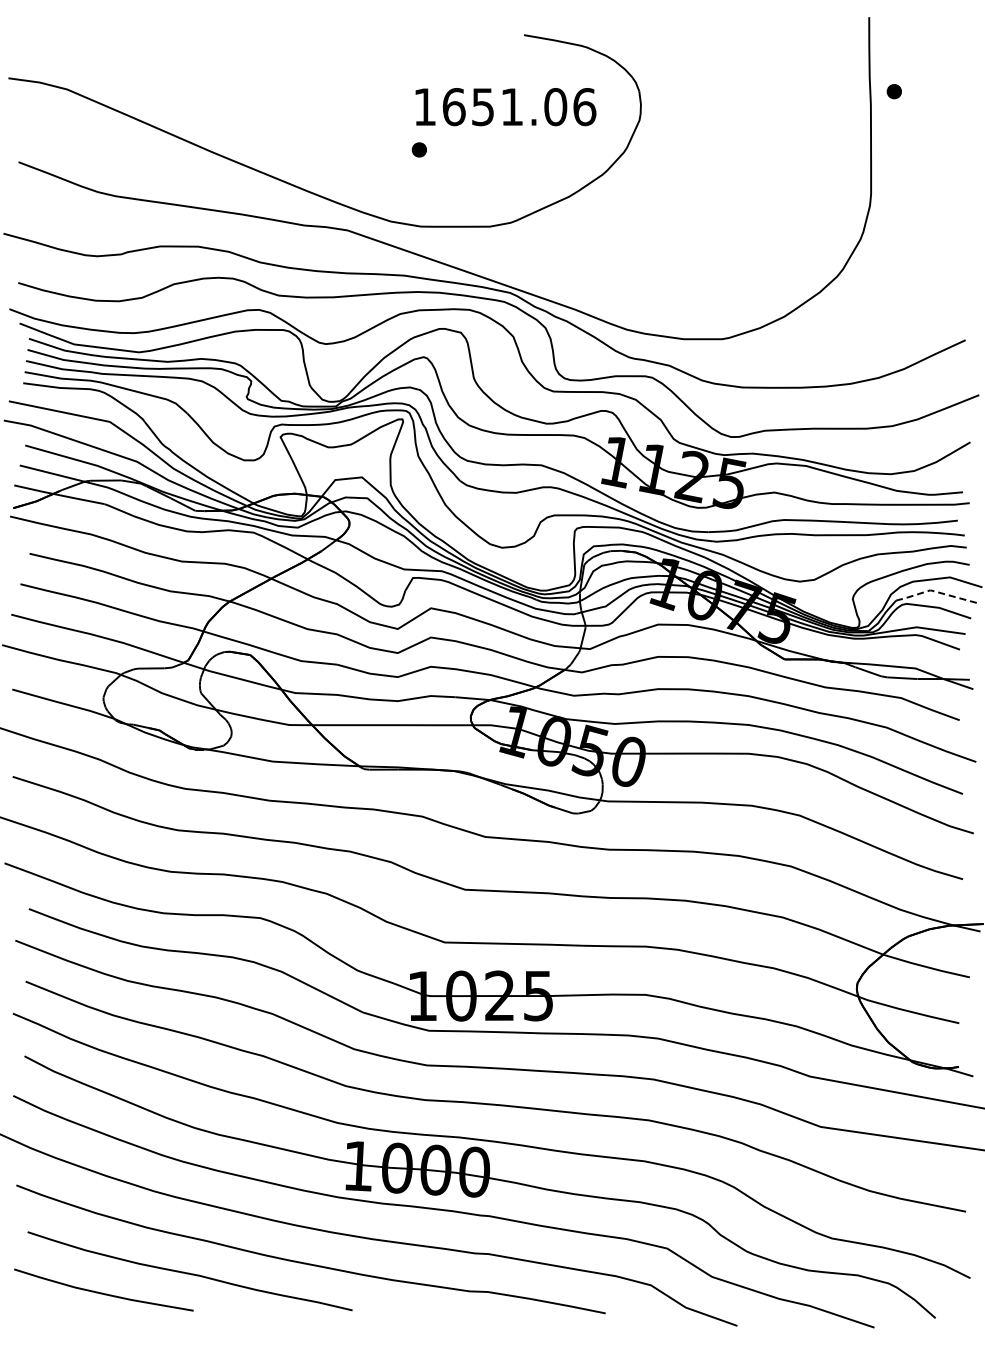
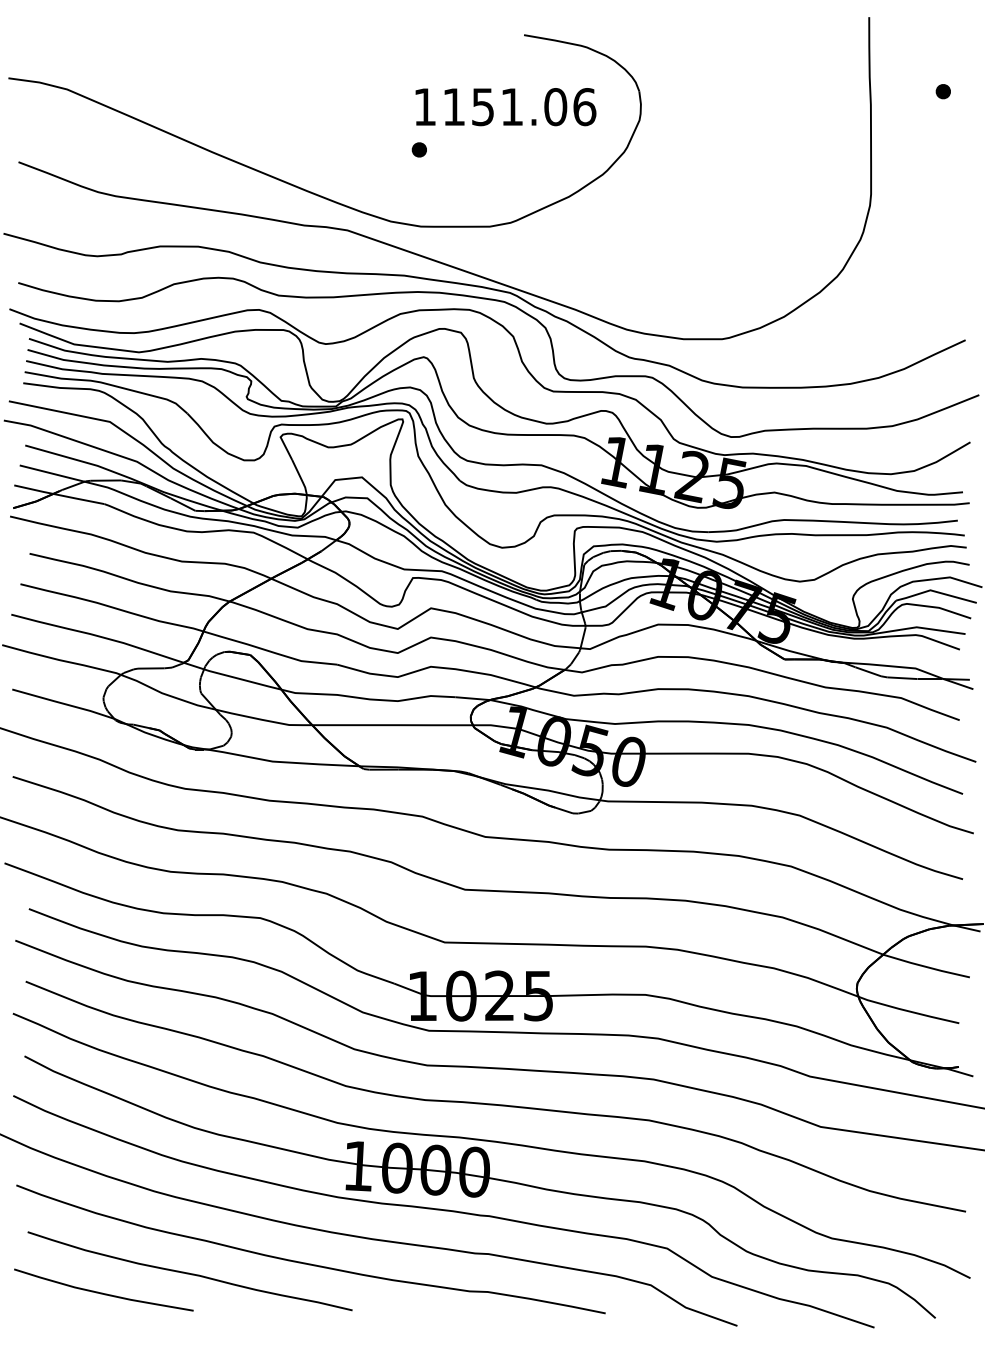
part at (893, 91) position: (893, 91) -> (942, 91)
text at (454, 107): 1651.06 -> 1151.06
line at (935, 591): dashed -> solid
